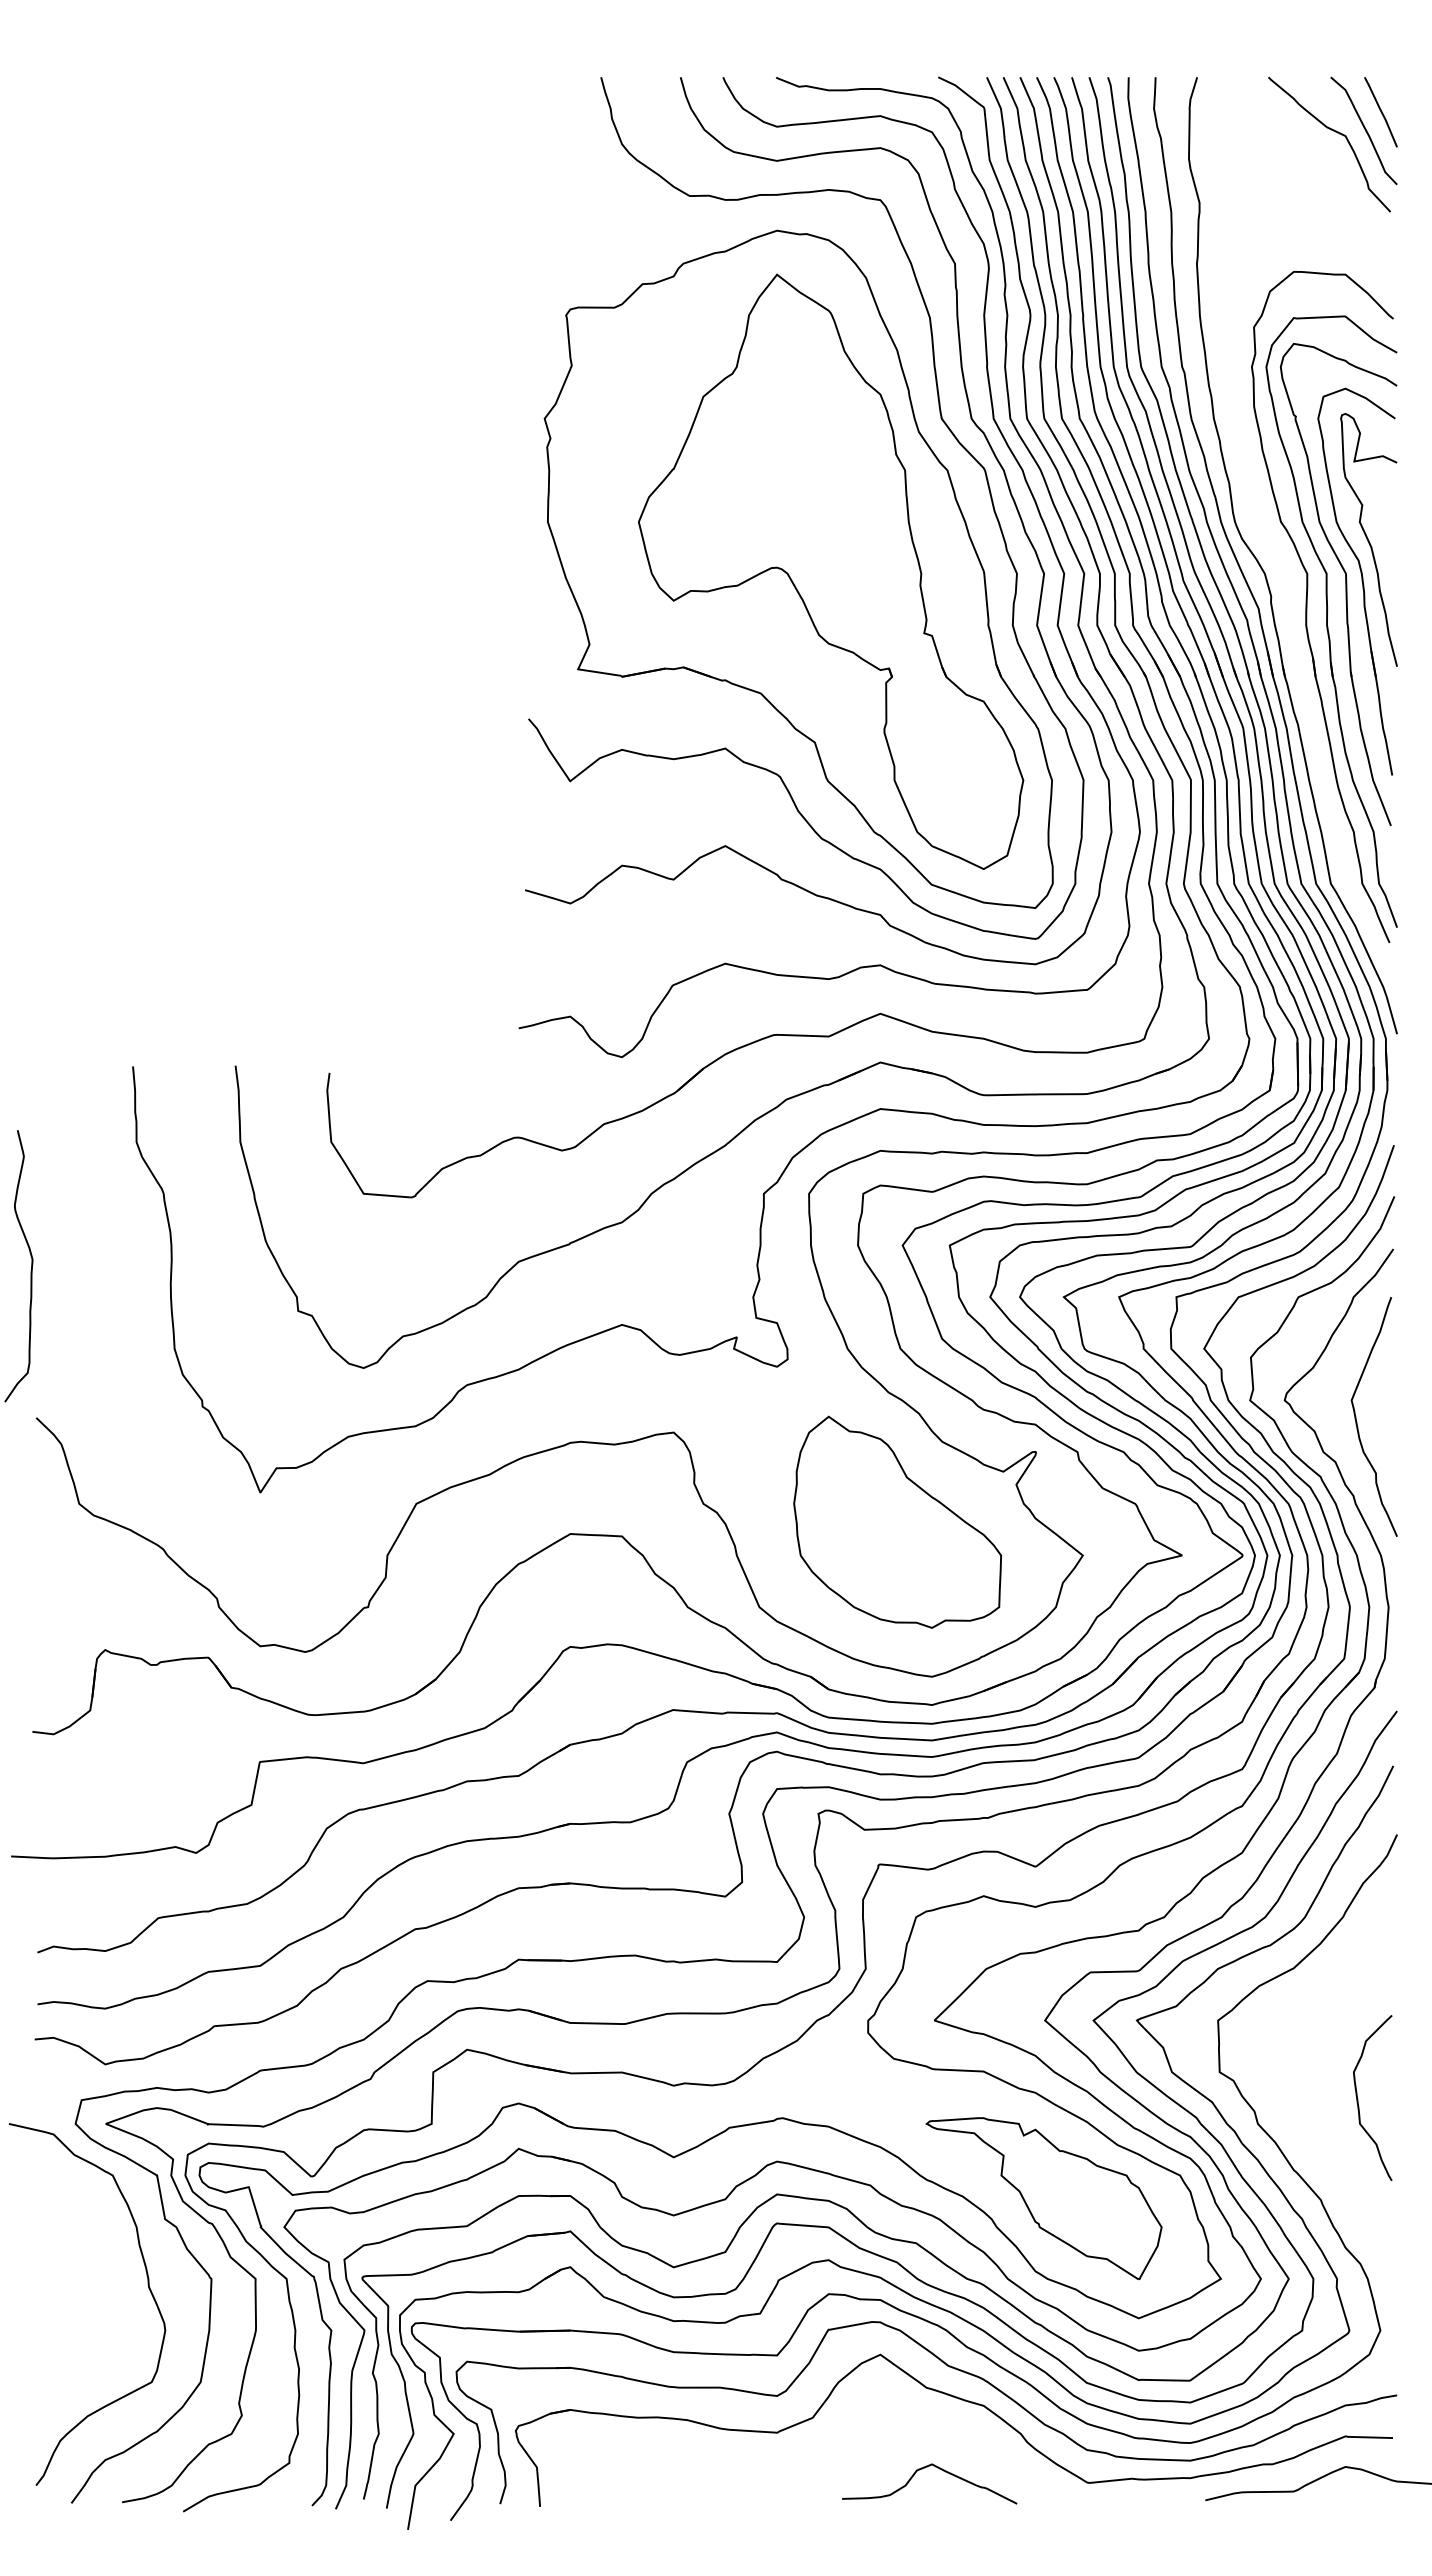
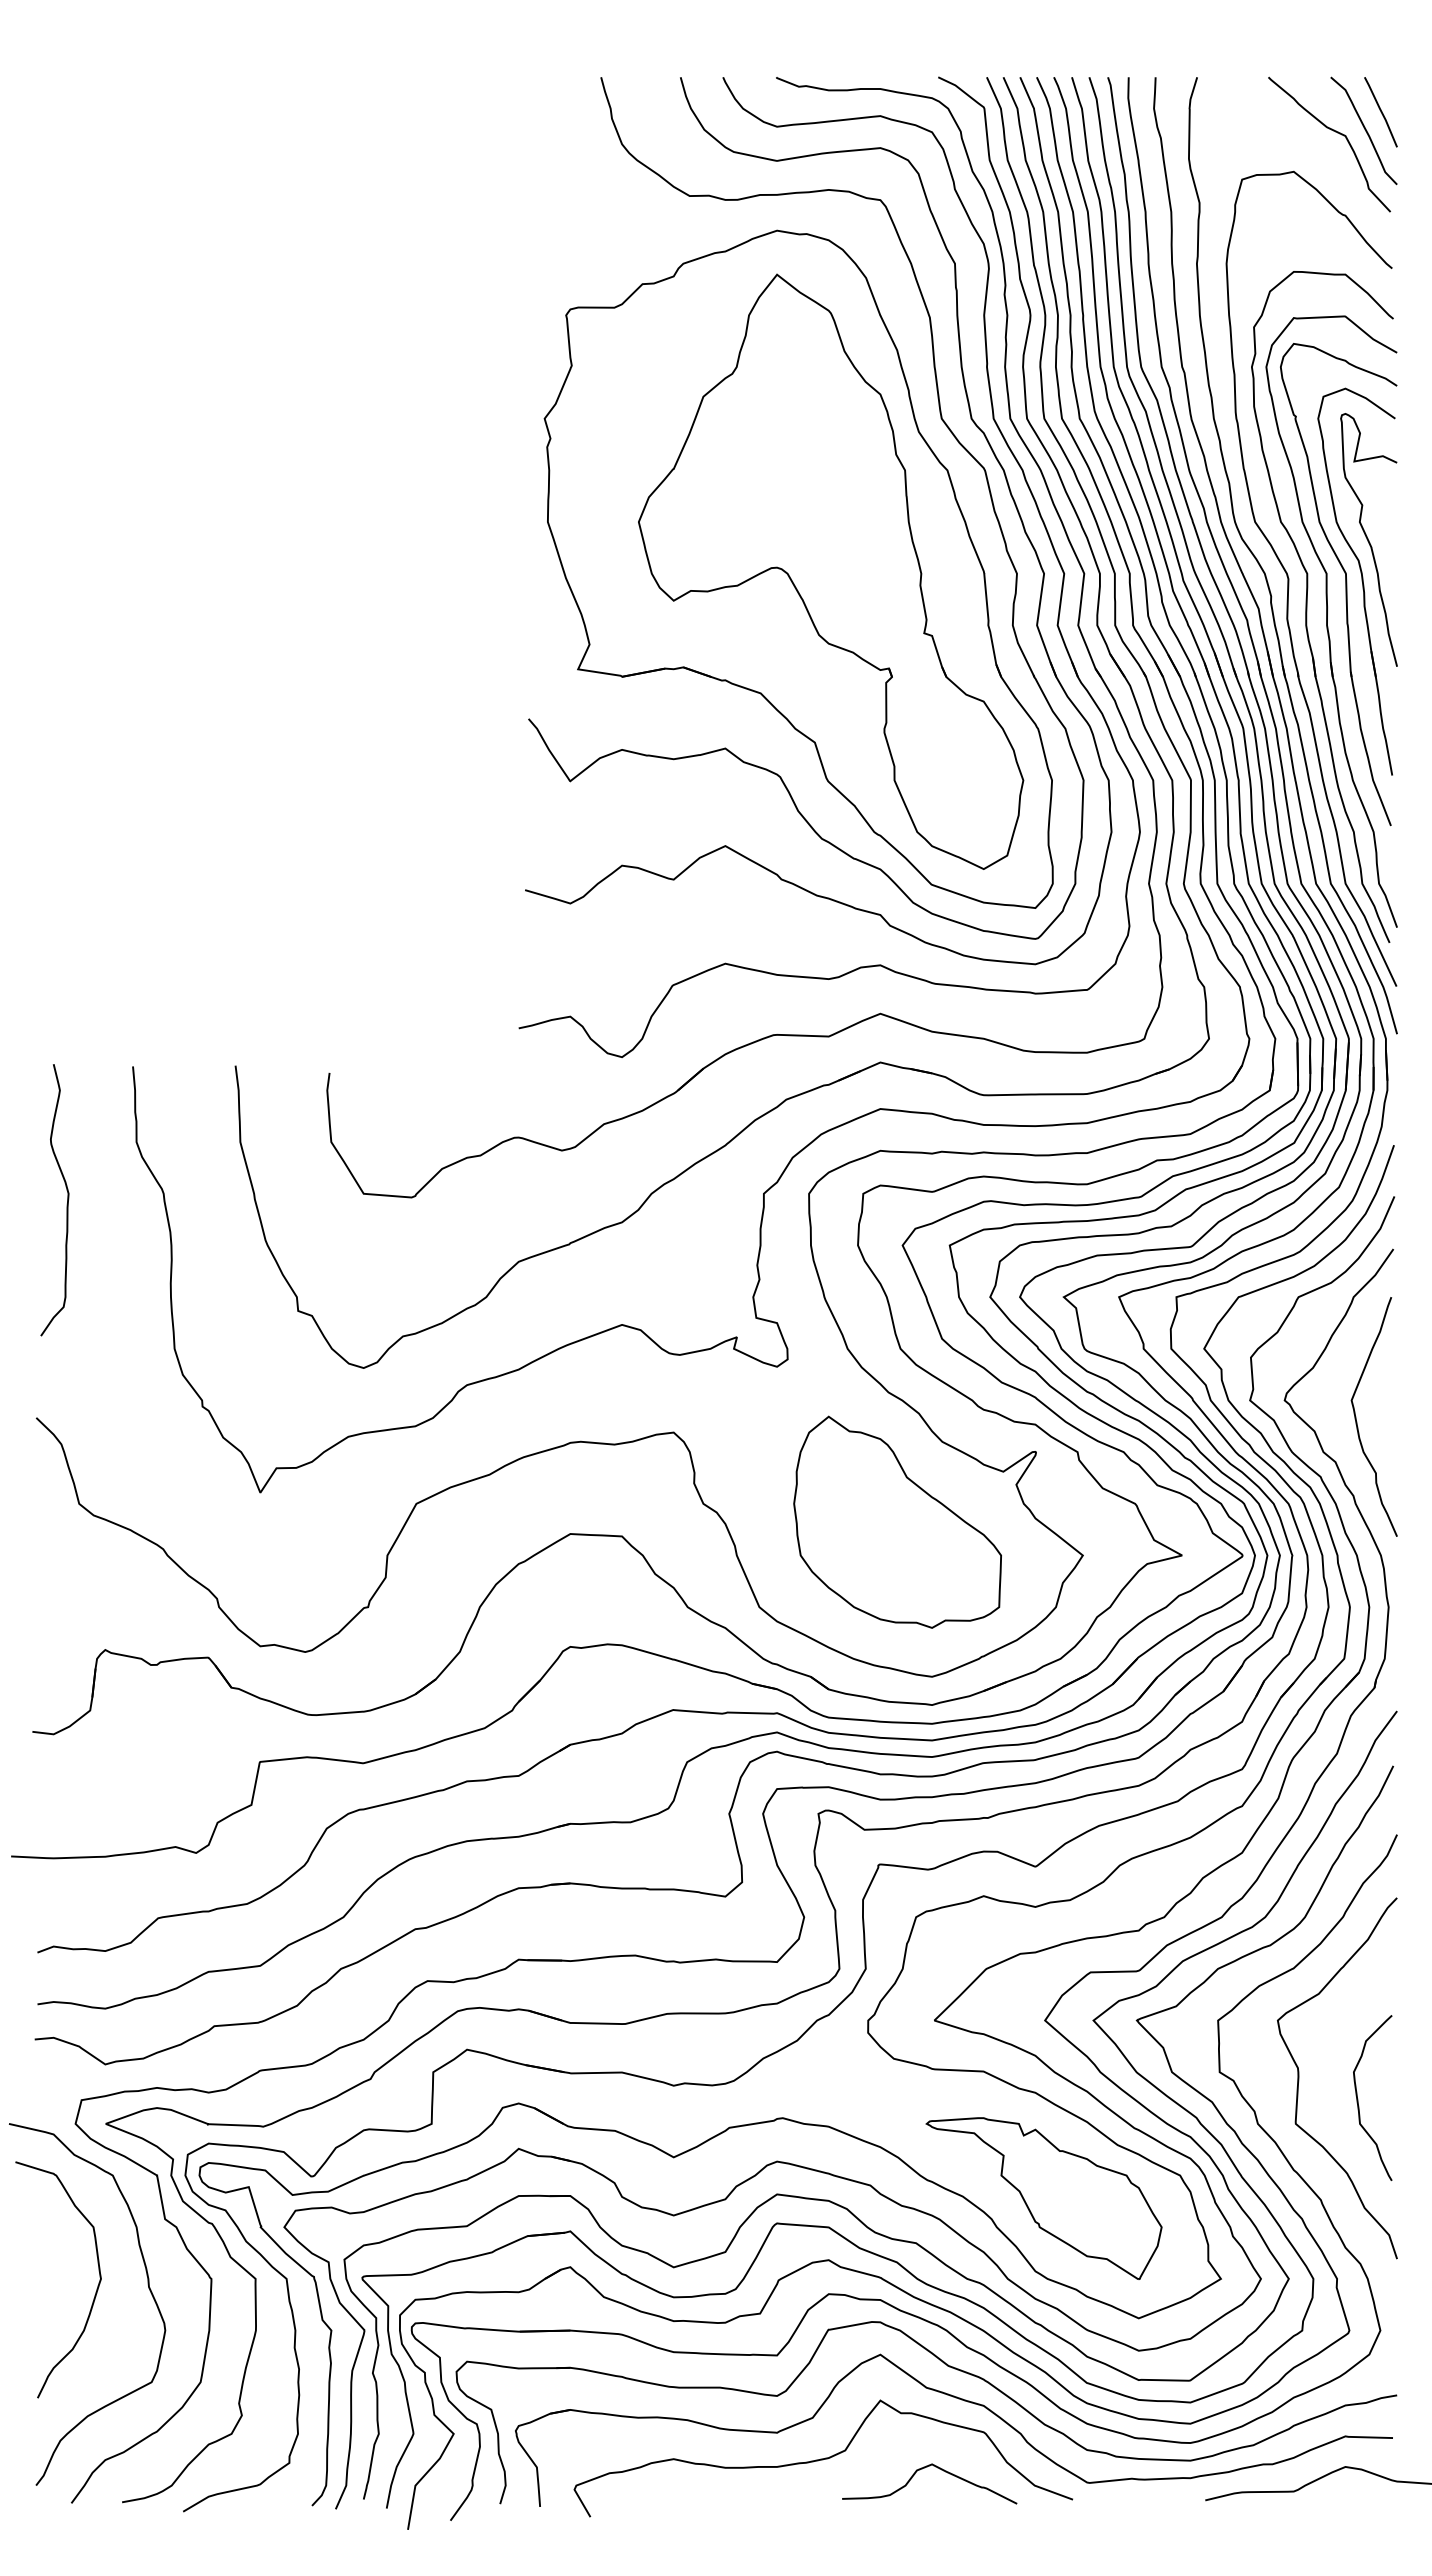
part at (1289, 578): none -> present
curve at (30, 1270) position: (30, 1270) -> (66, 1204)
curve at (1299, 2078): none -> present
curve at (96, 2288): none -> present
curve at (822, 2458): none -> present
